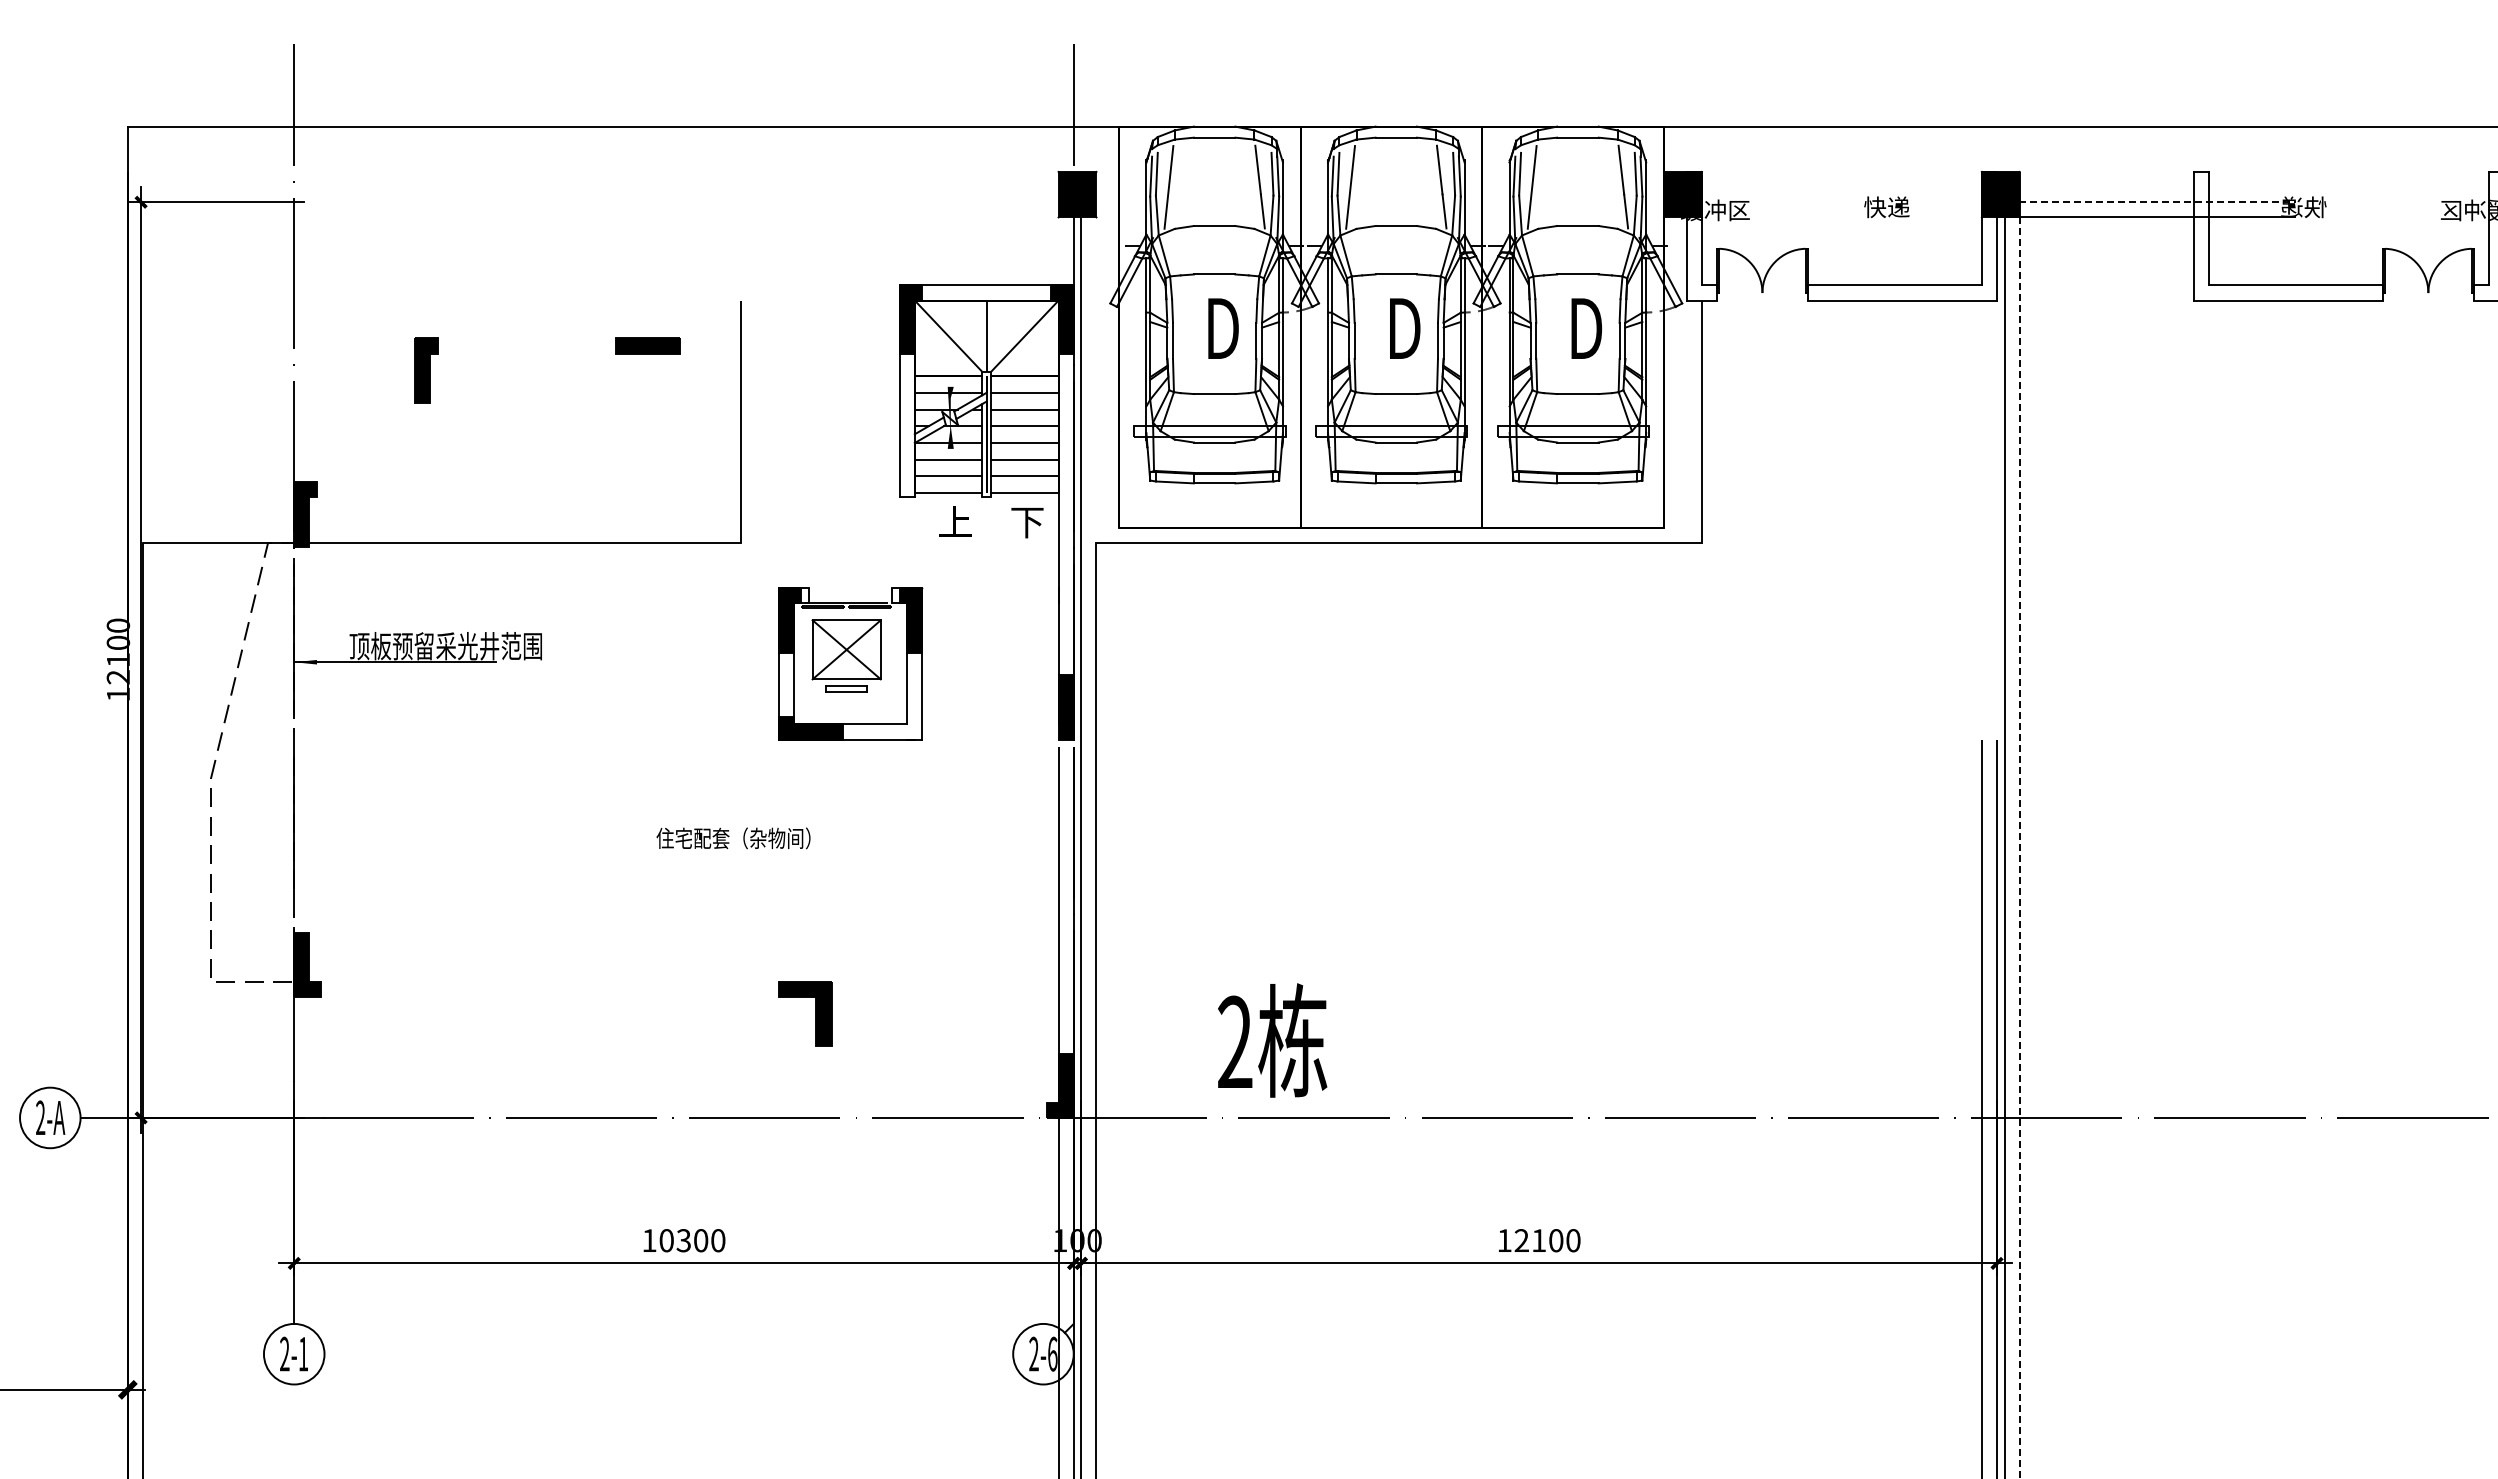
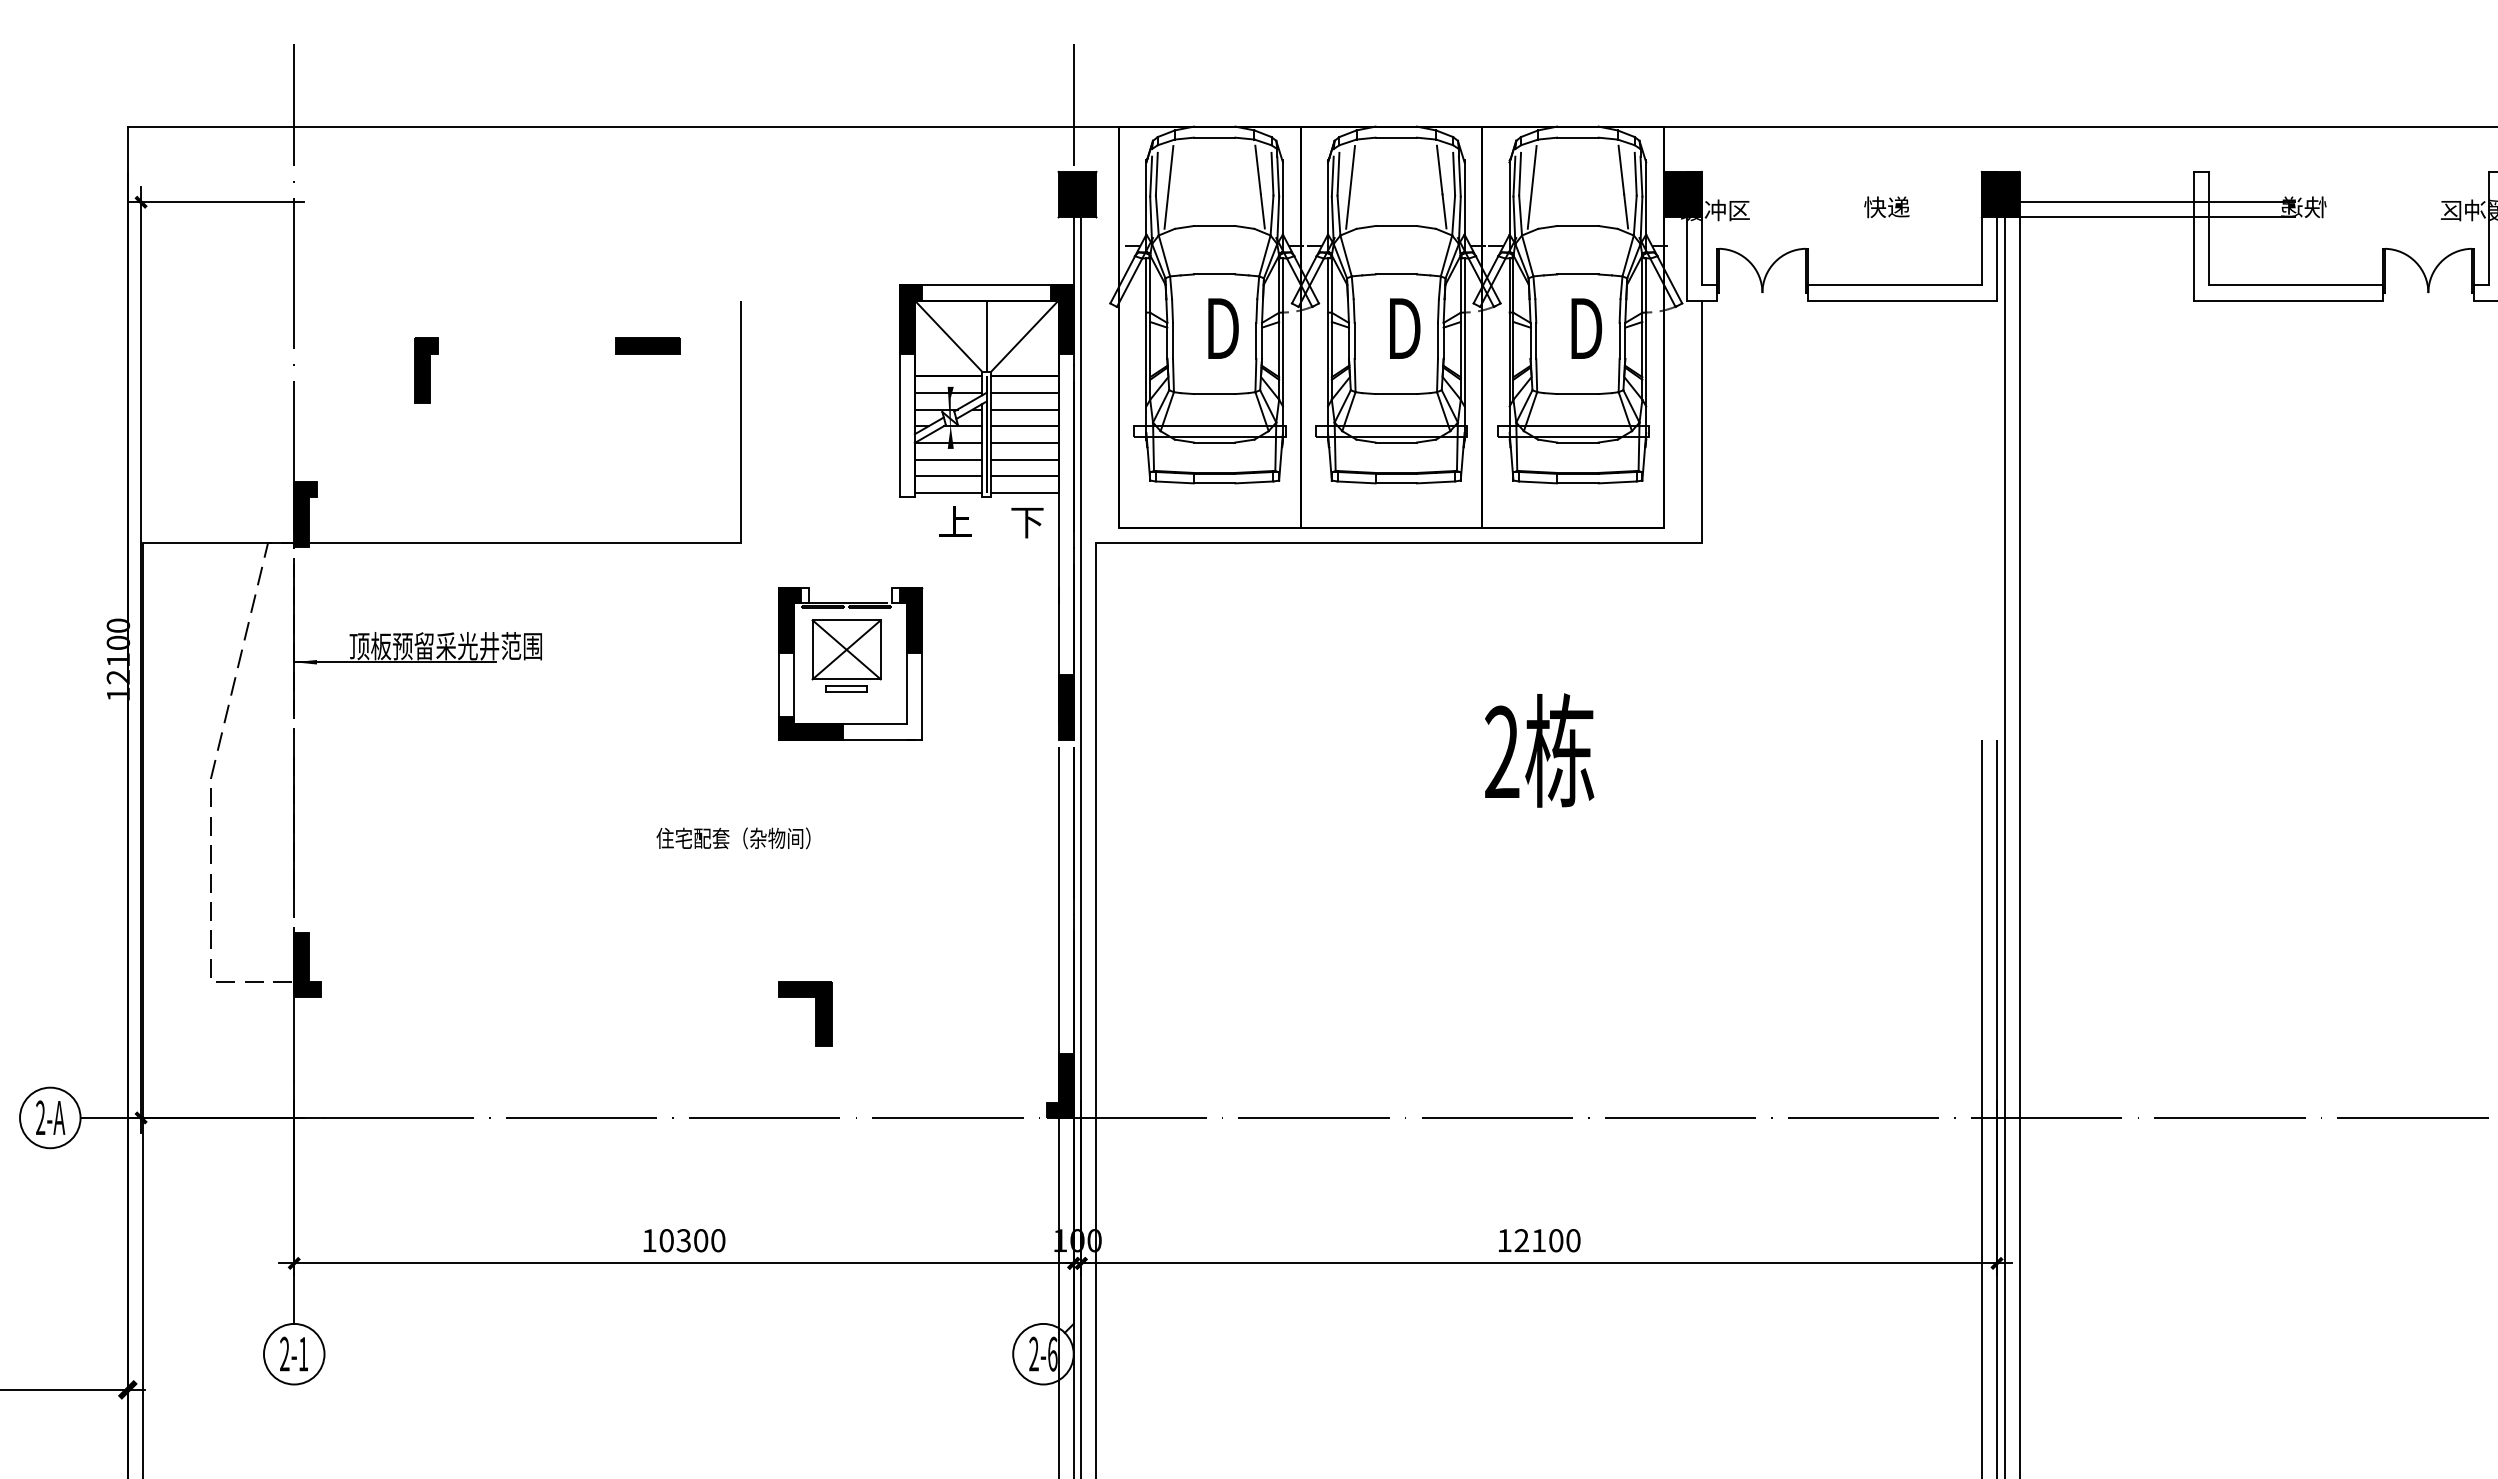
line at (2146, 202): dashed -> solid
line at (2019, 848): dashed -> solid
text at (1272, 1040) position: (1272, 1040) -> (1539, 750)
